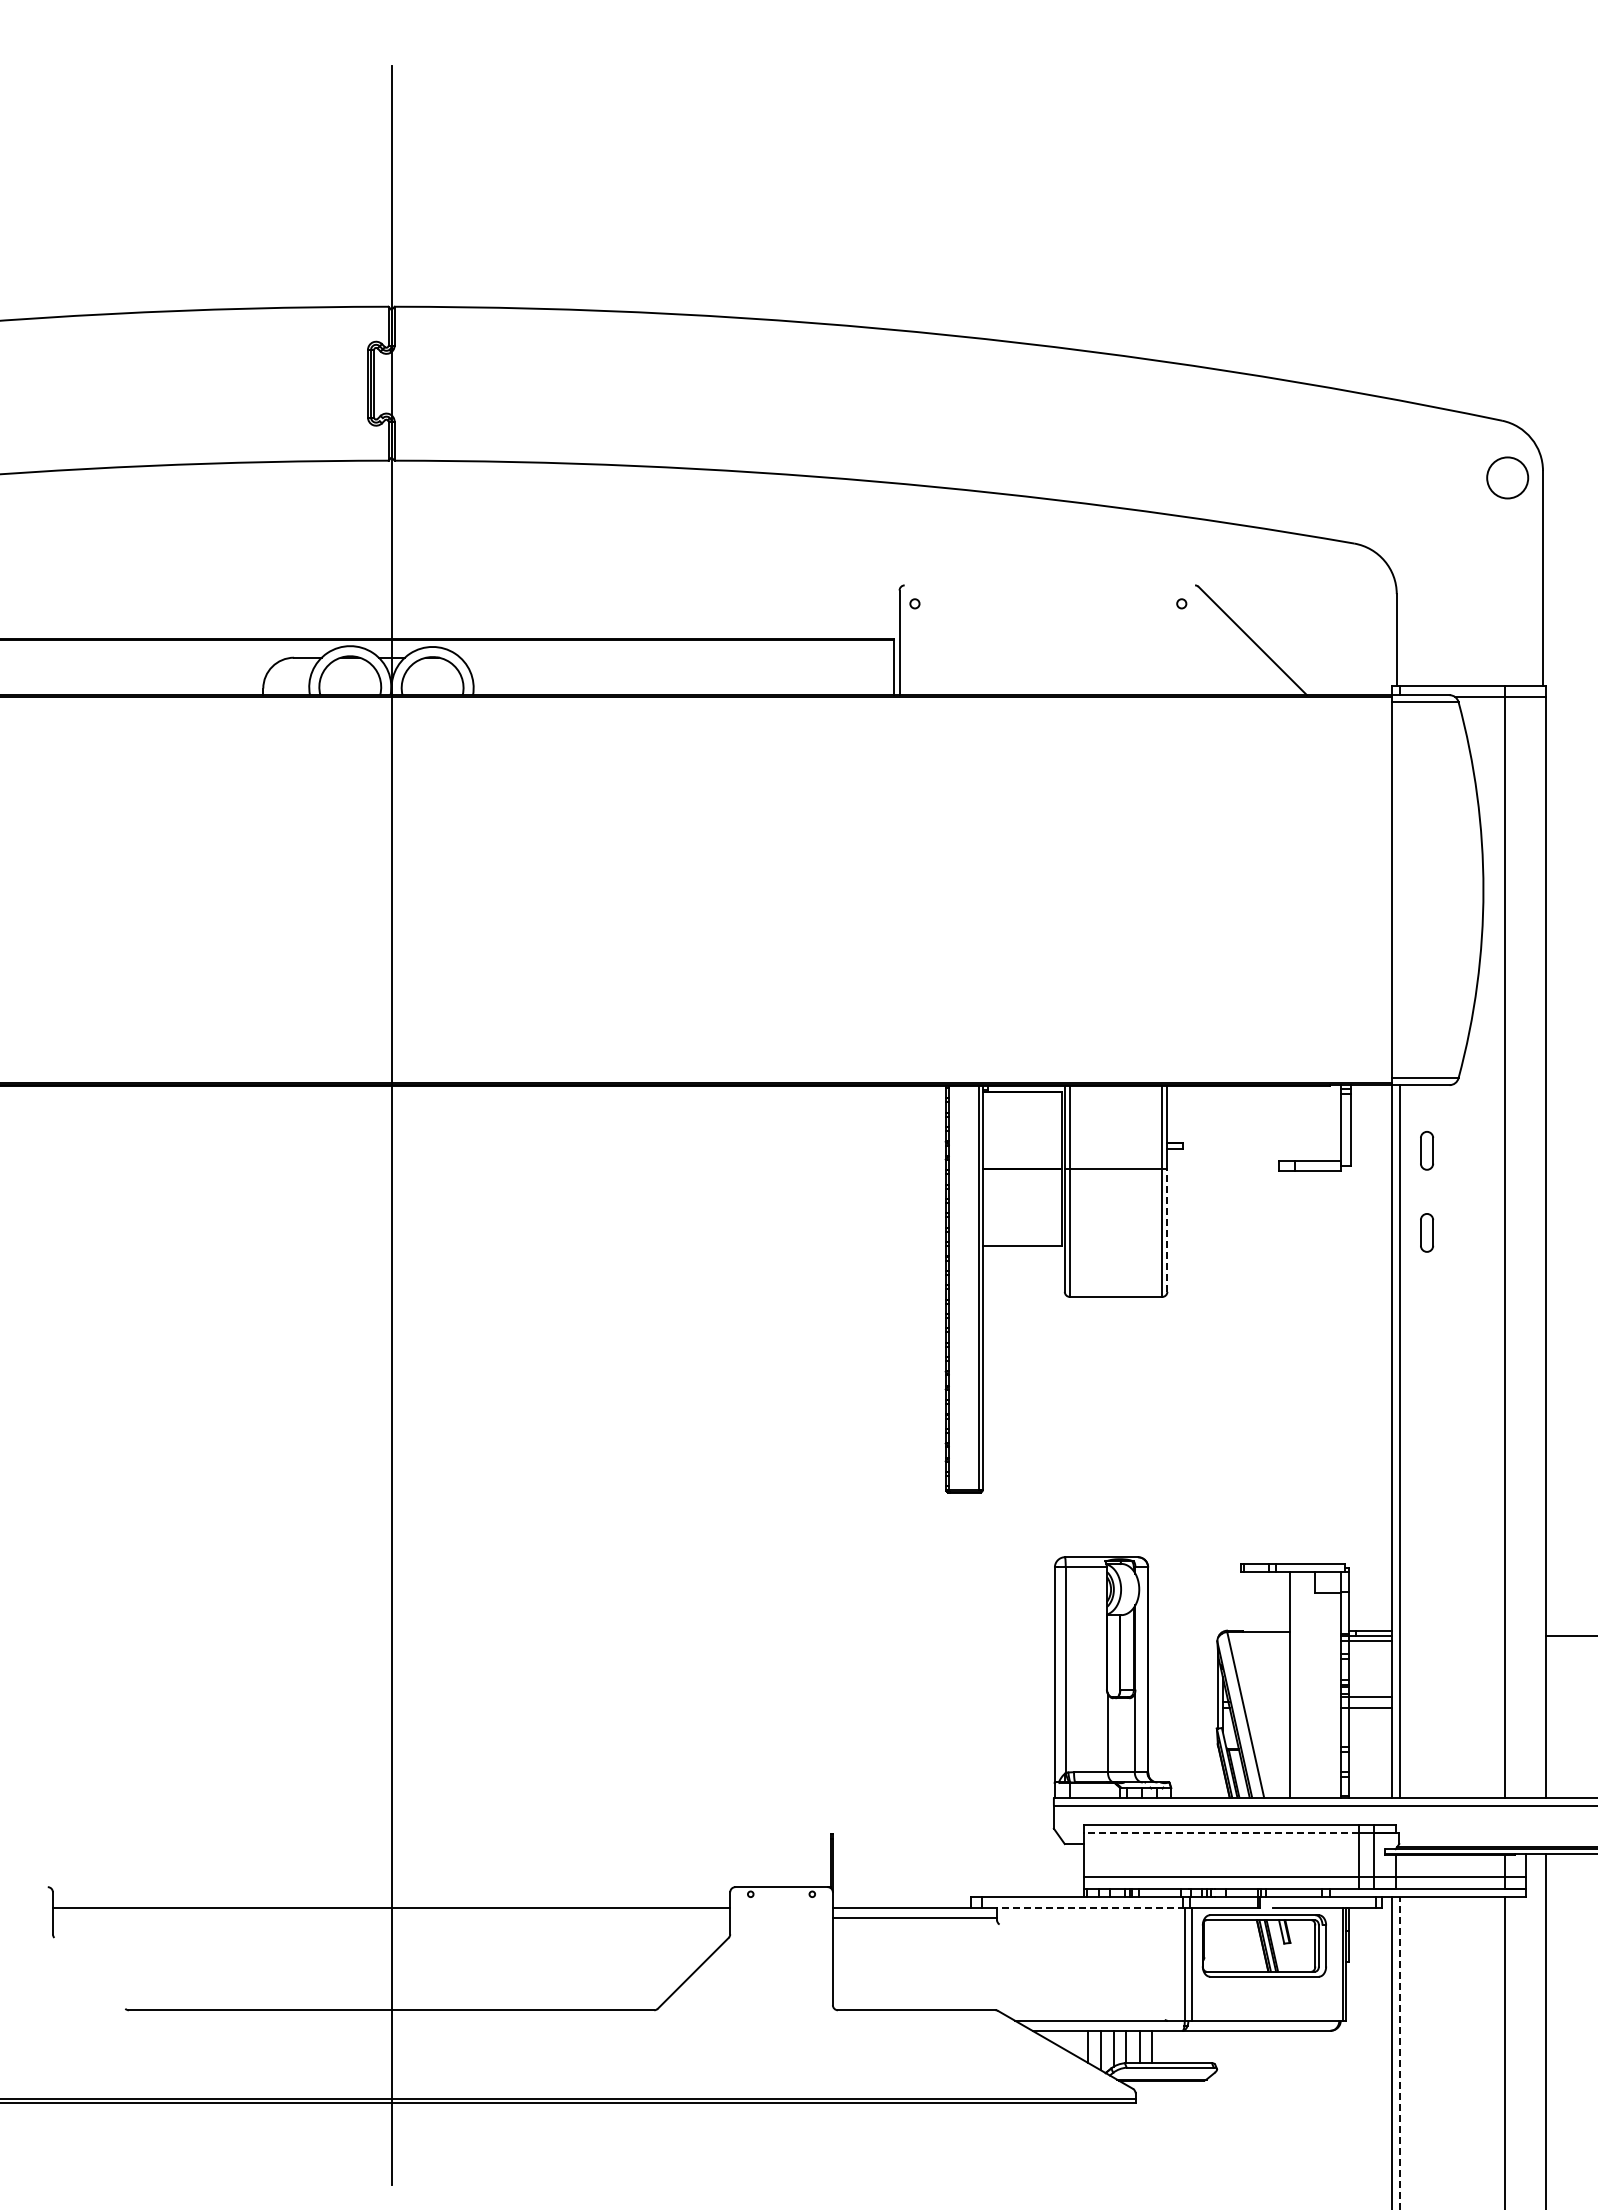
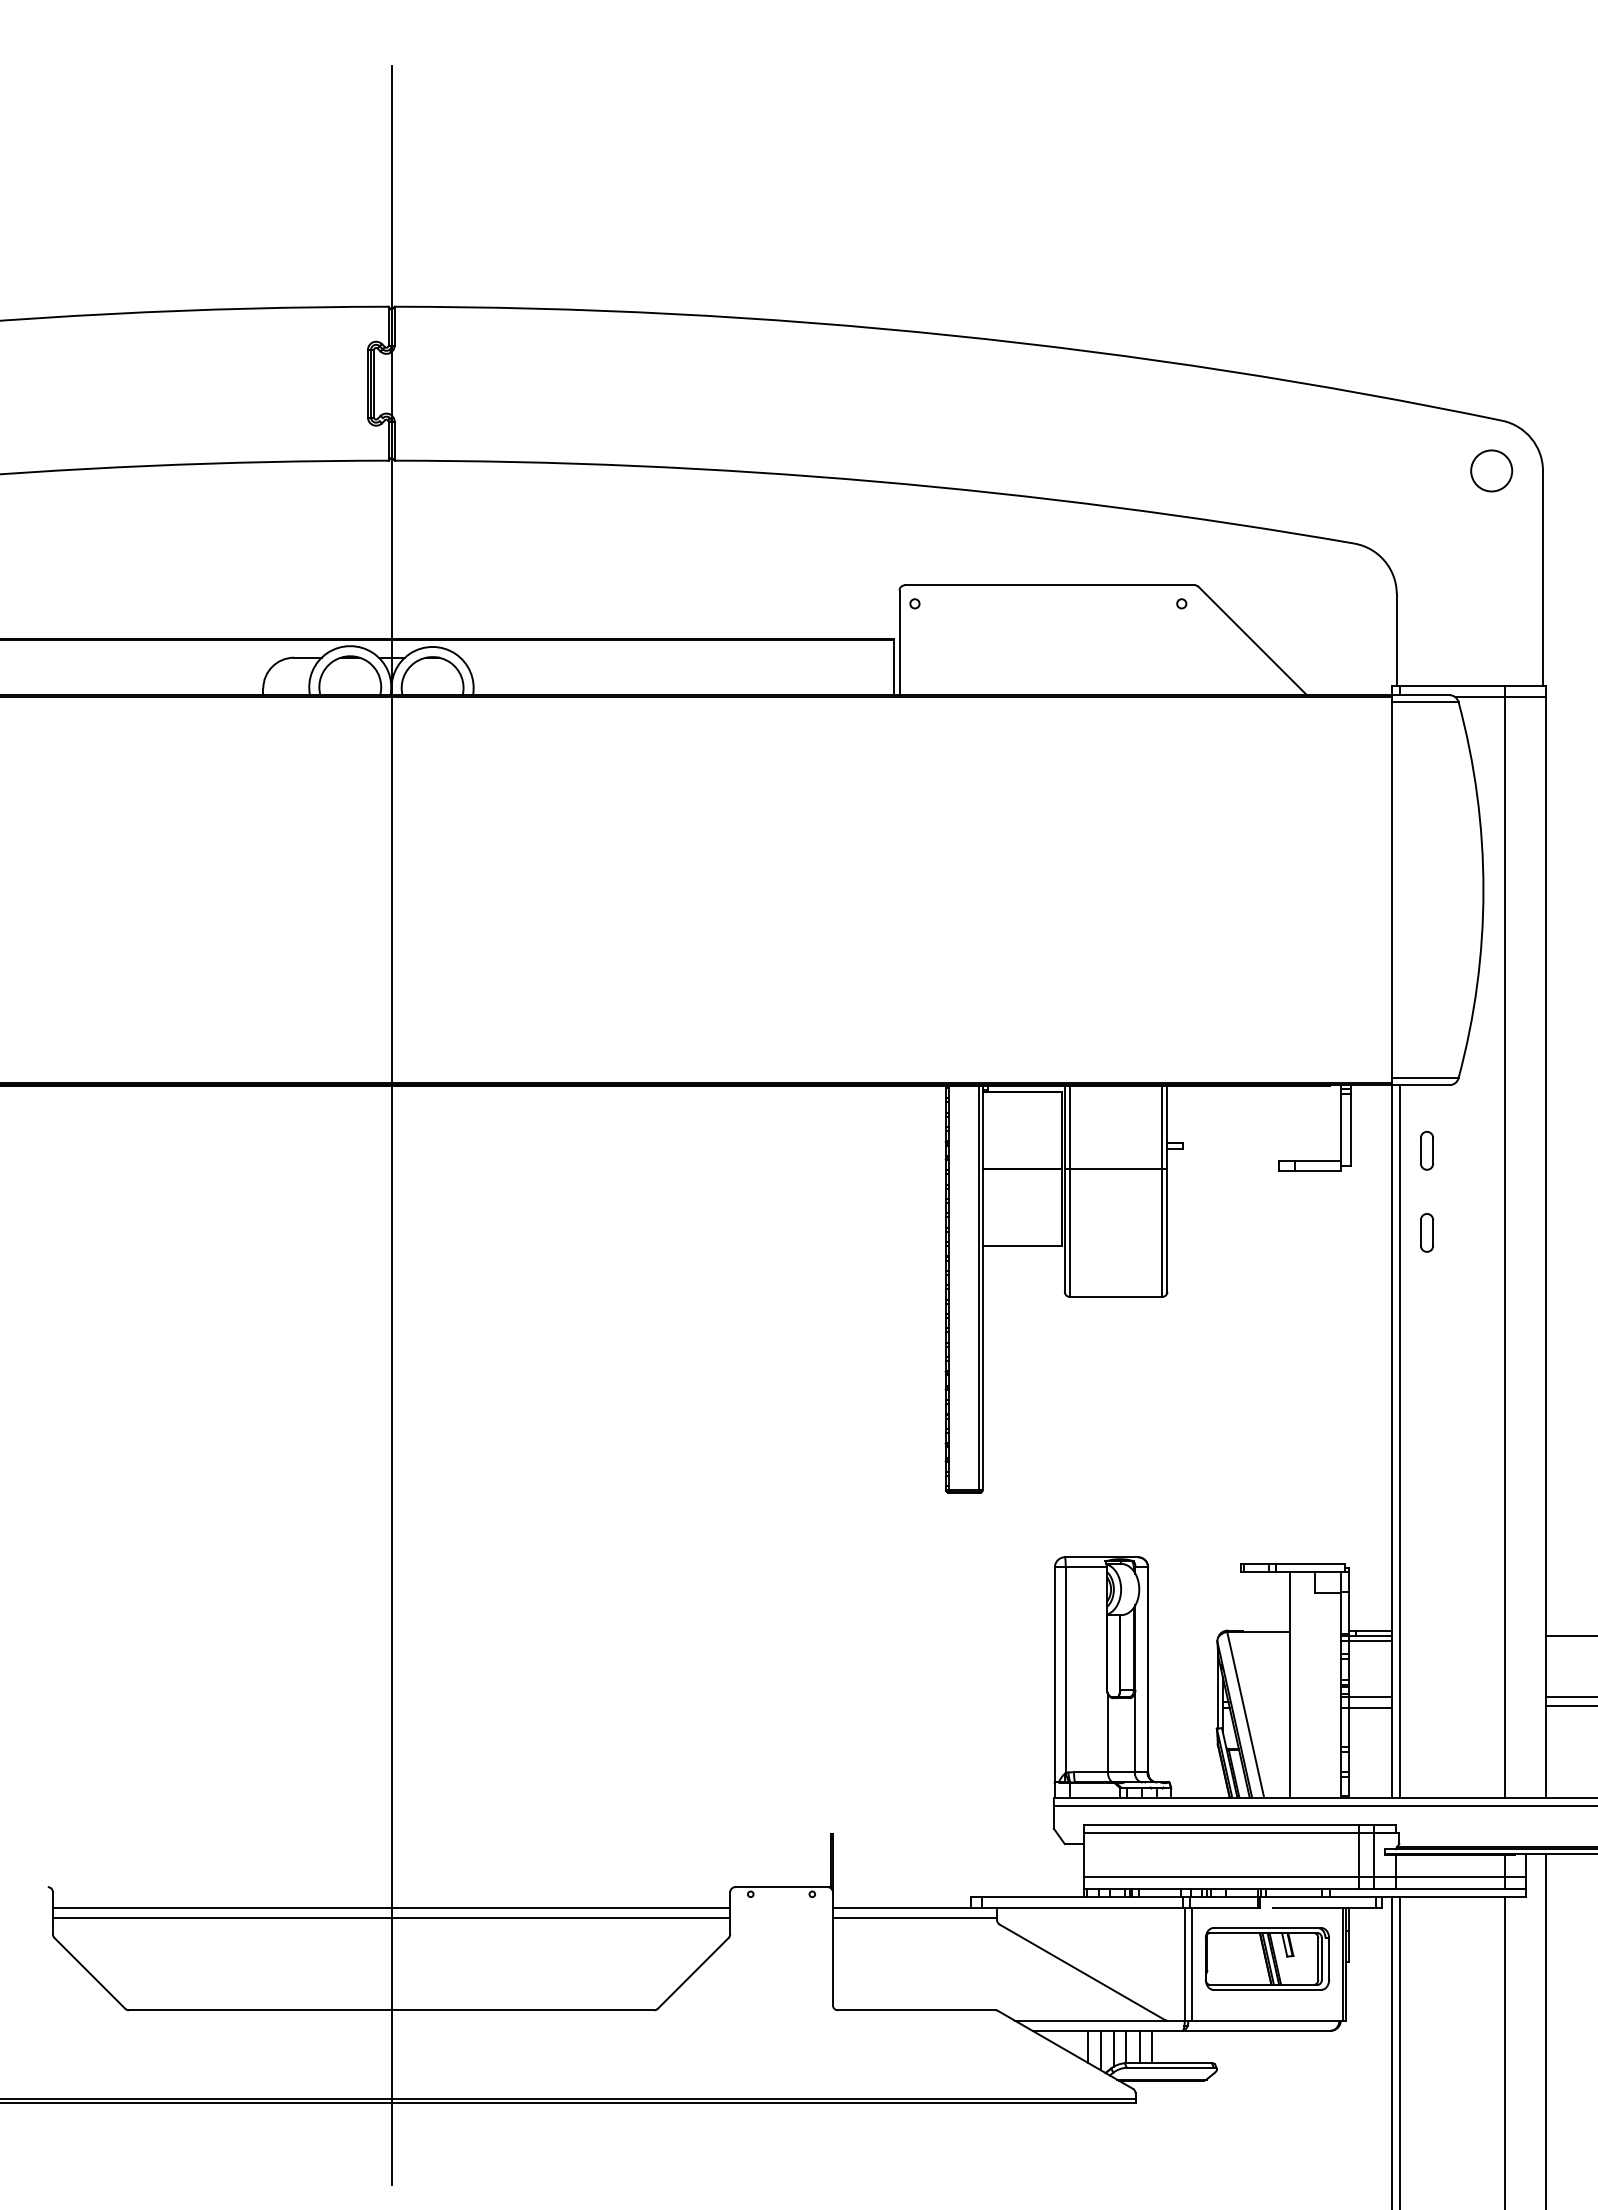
circle at (1507, 477) position: (1507, 477) -> (1491, 470)
line at (1049, 585): none -> present
line at (1167, 1230): dashed -> solid
line at (1570, 1697): none -> present
line at (1570, 1705): none -> present
line at (1221, 1832): dashed -> solid
line at (1090, 1907): dashed -> solid
line at (391, 1917): none -> present
part at (1263, 1945) position: (1263, 1945) -> (1266, 1958)
line at (1081, 1971): none -> present
line at (89, 1972): none -> present
line at (1400, 2053): dashed -> solid
